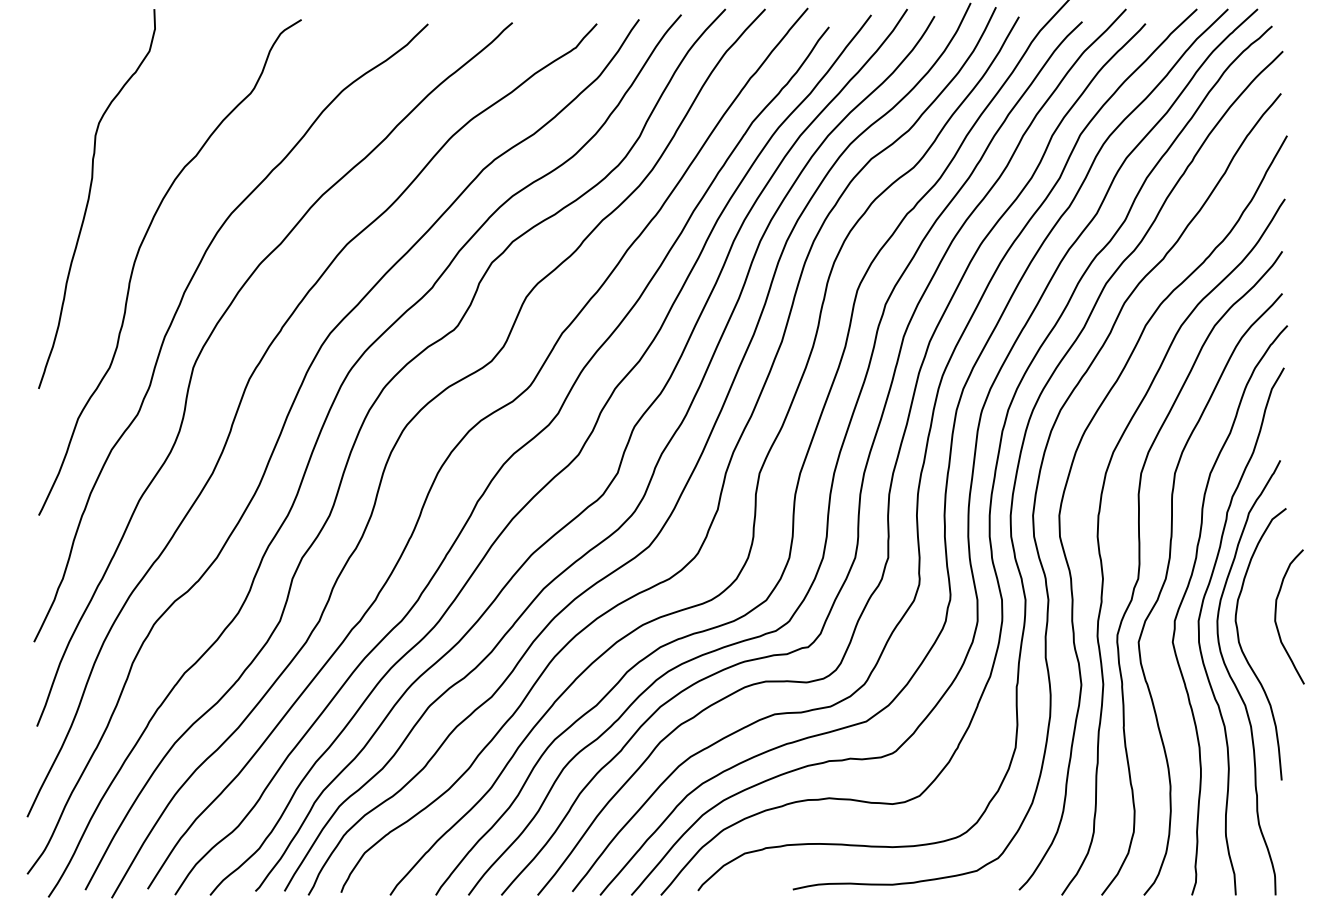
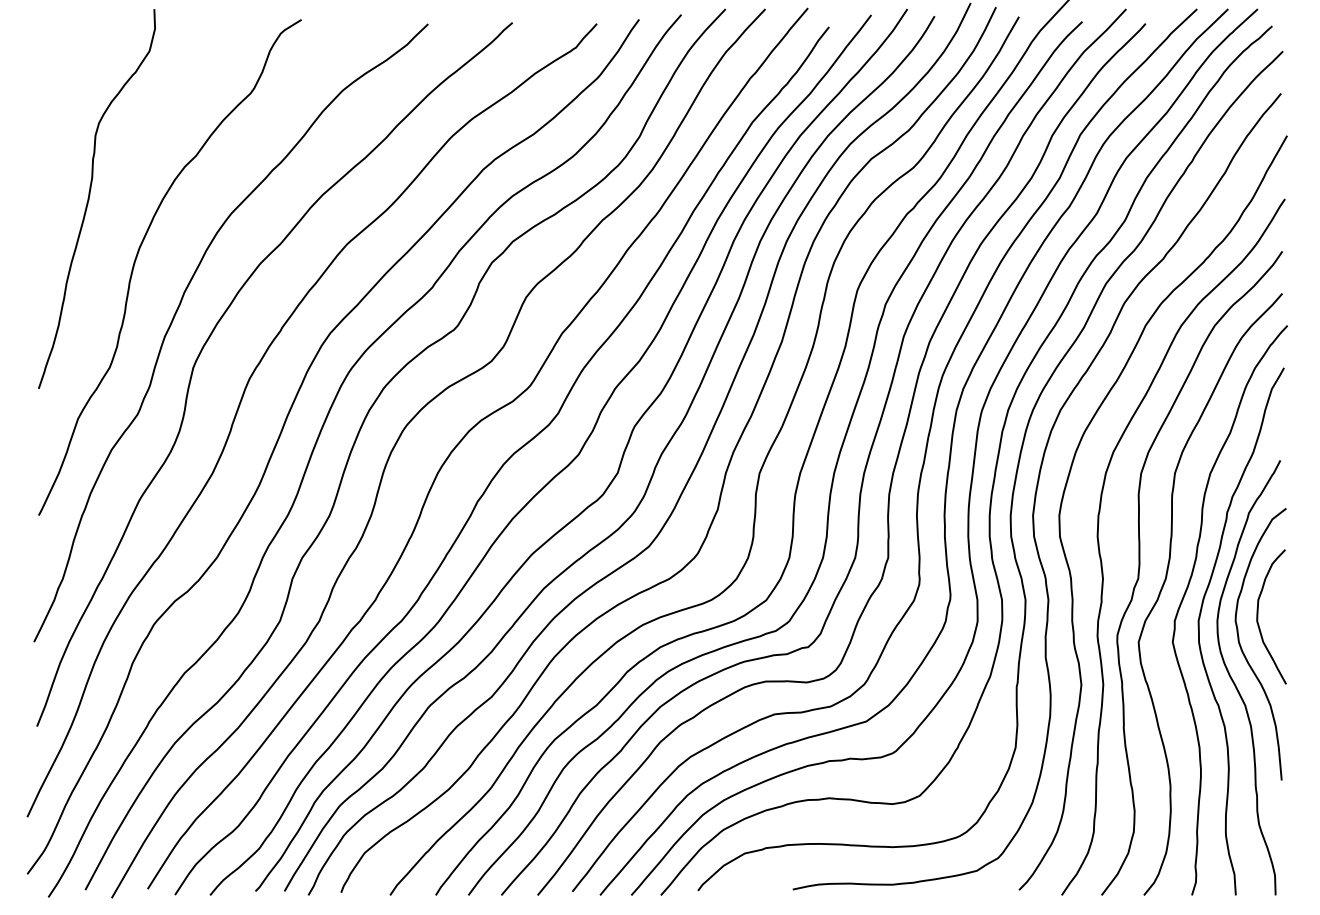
curve at (1276, 616) position: (1276, 616) -> (1258, 616)
